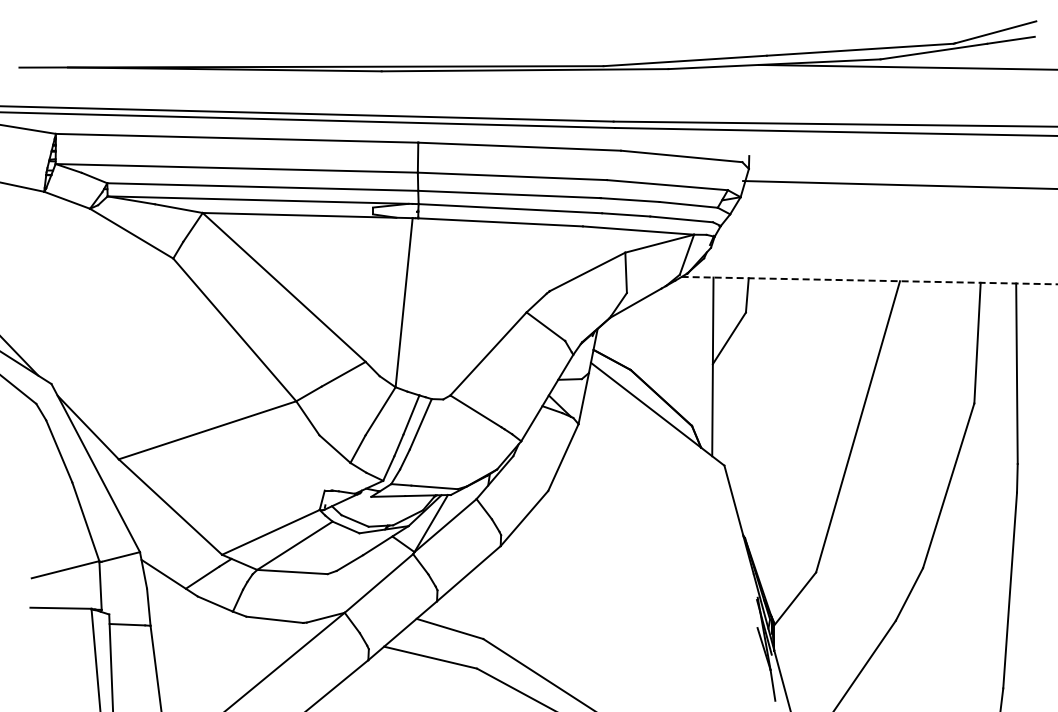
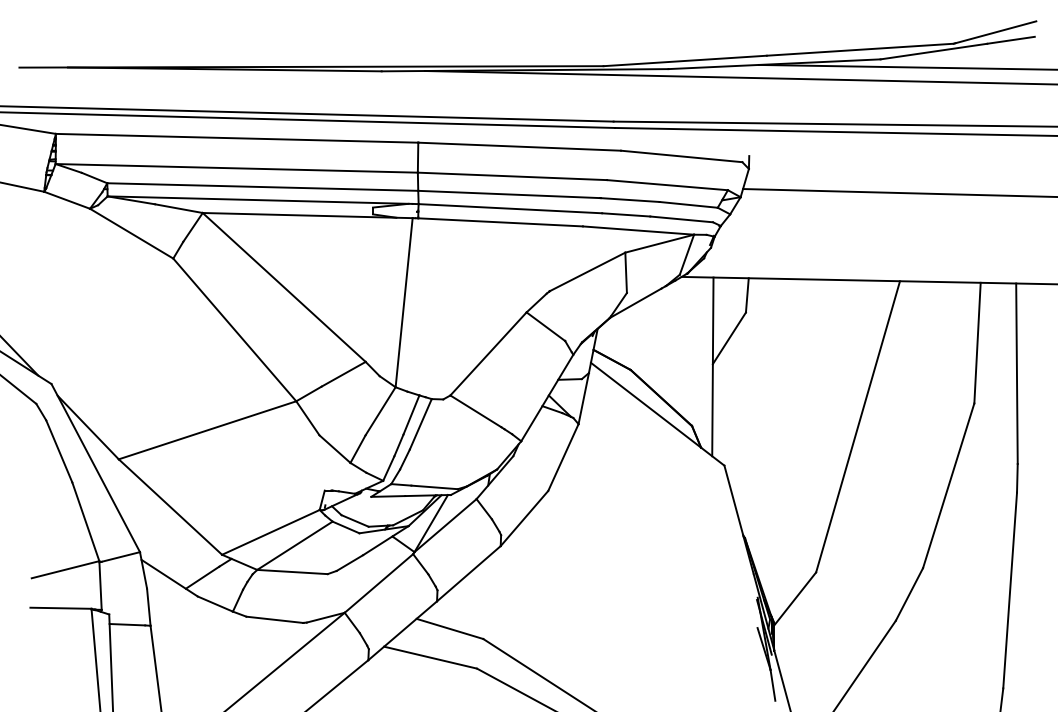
line at (739, 77): none -> present
line at (898, 184) position: (898, 184) -> (898, 192)
line at (869, 280): dashed -> solid
